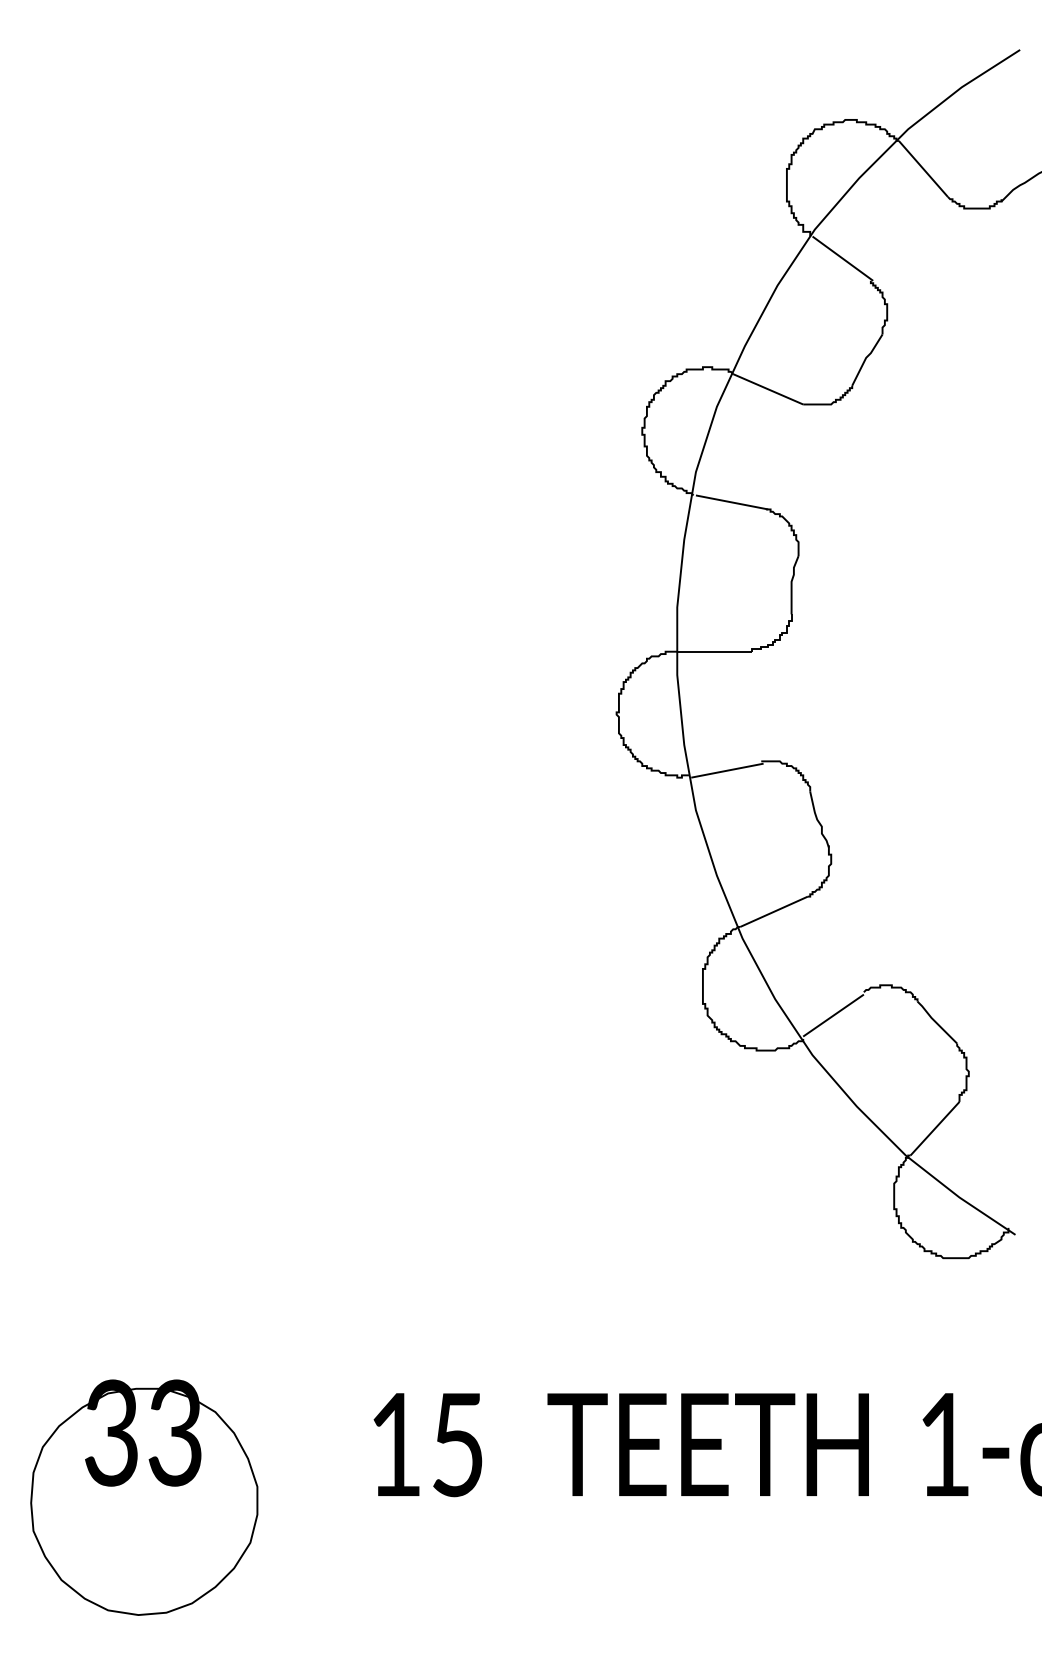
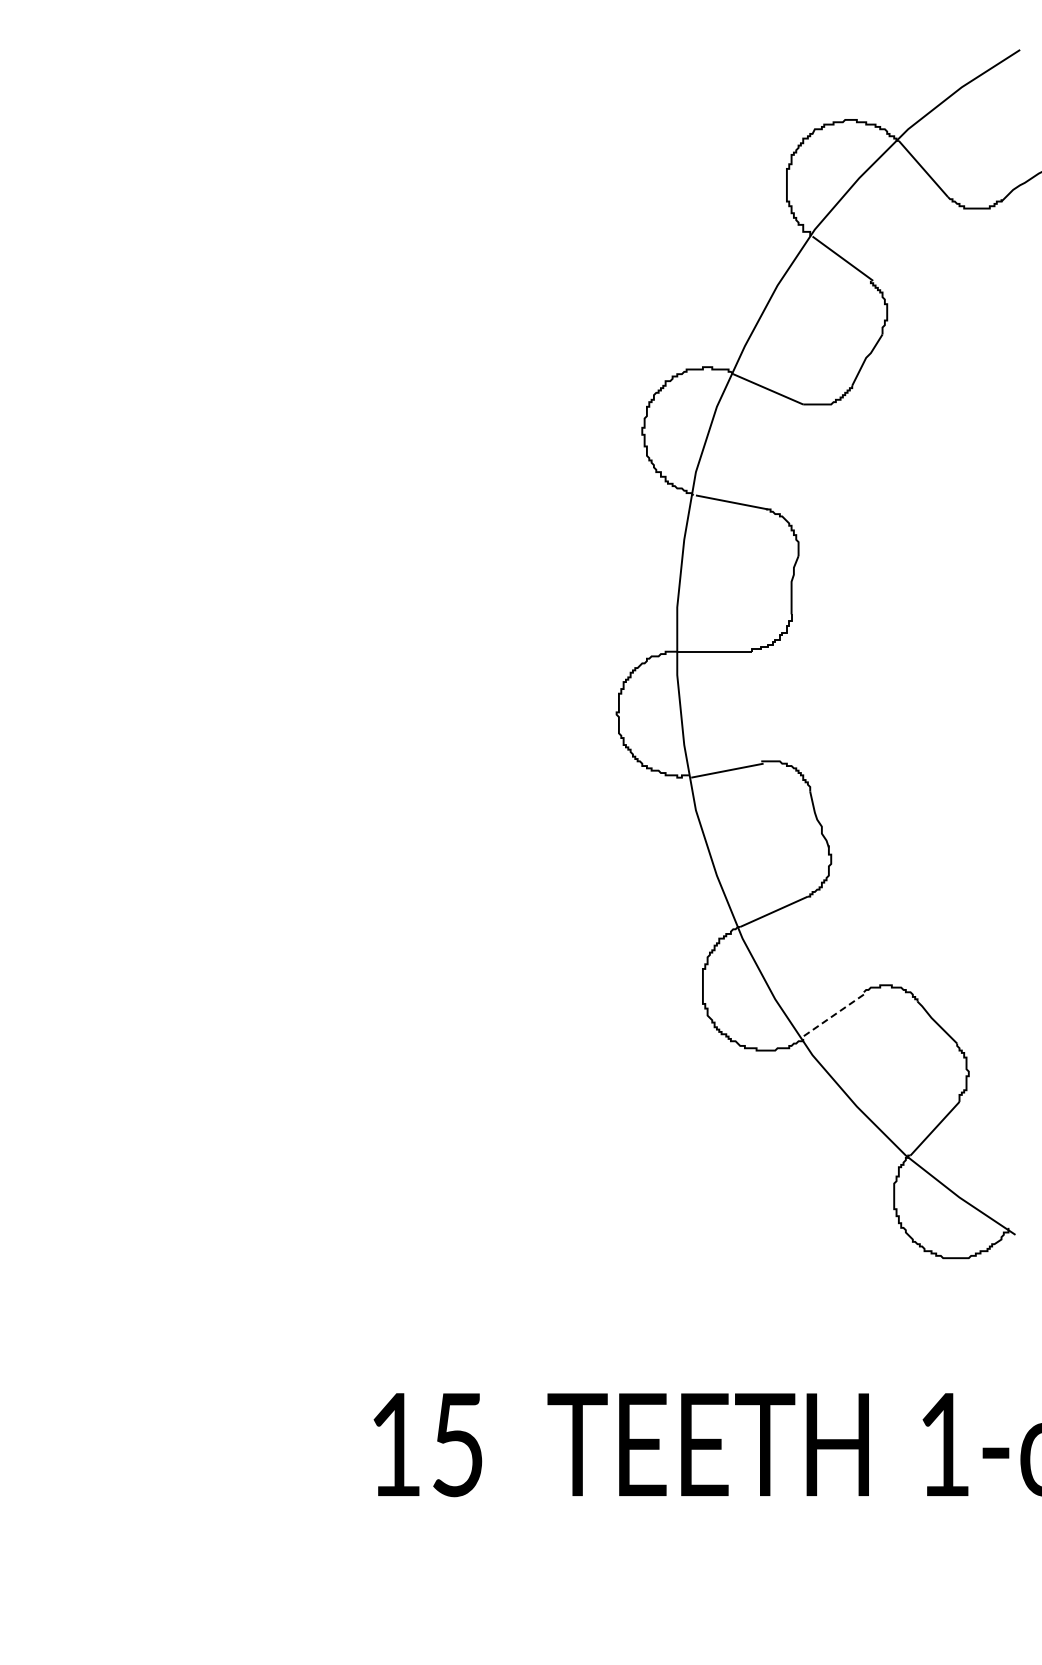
line at (833, 1015): solid -> dashed
part at (144, 1497): present -> none
